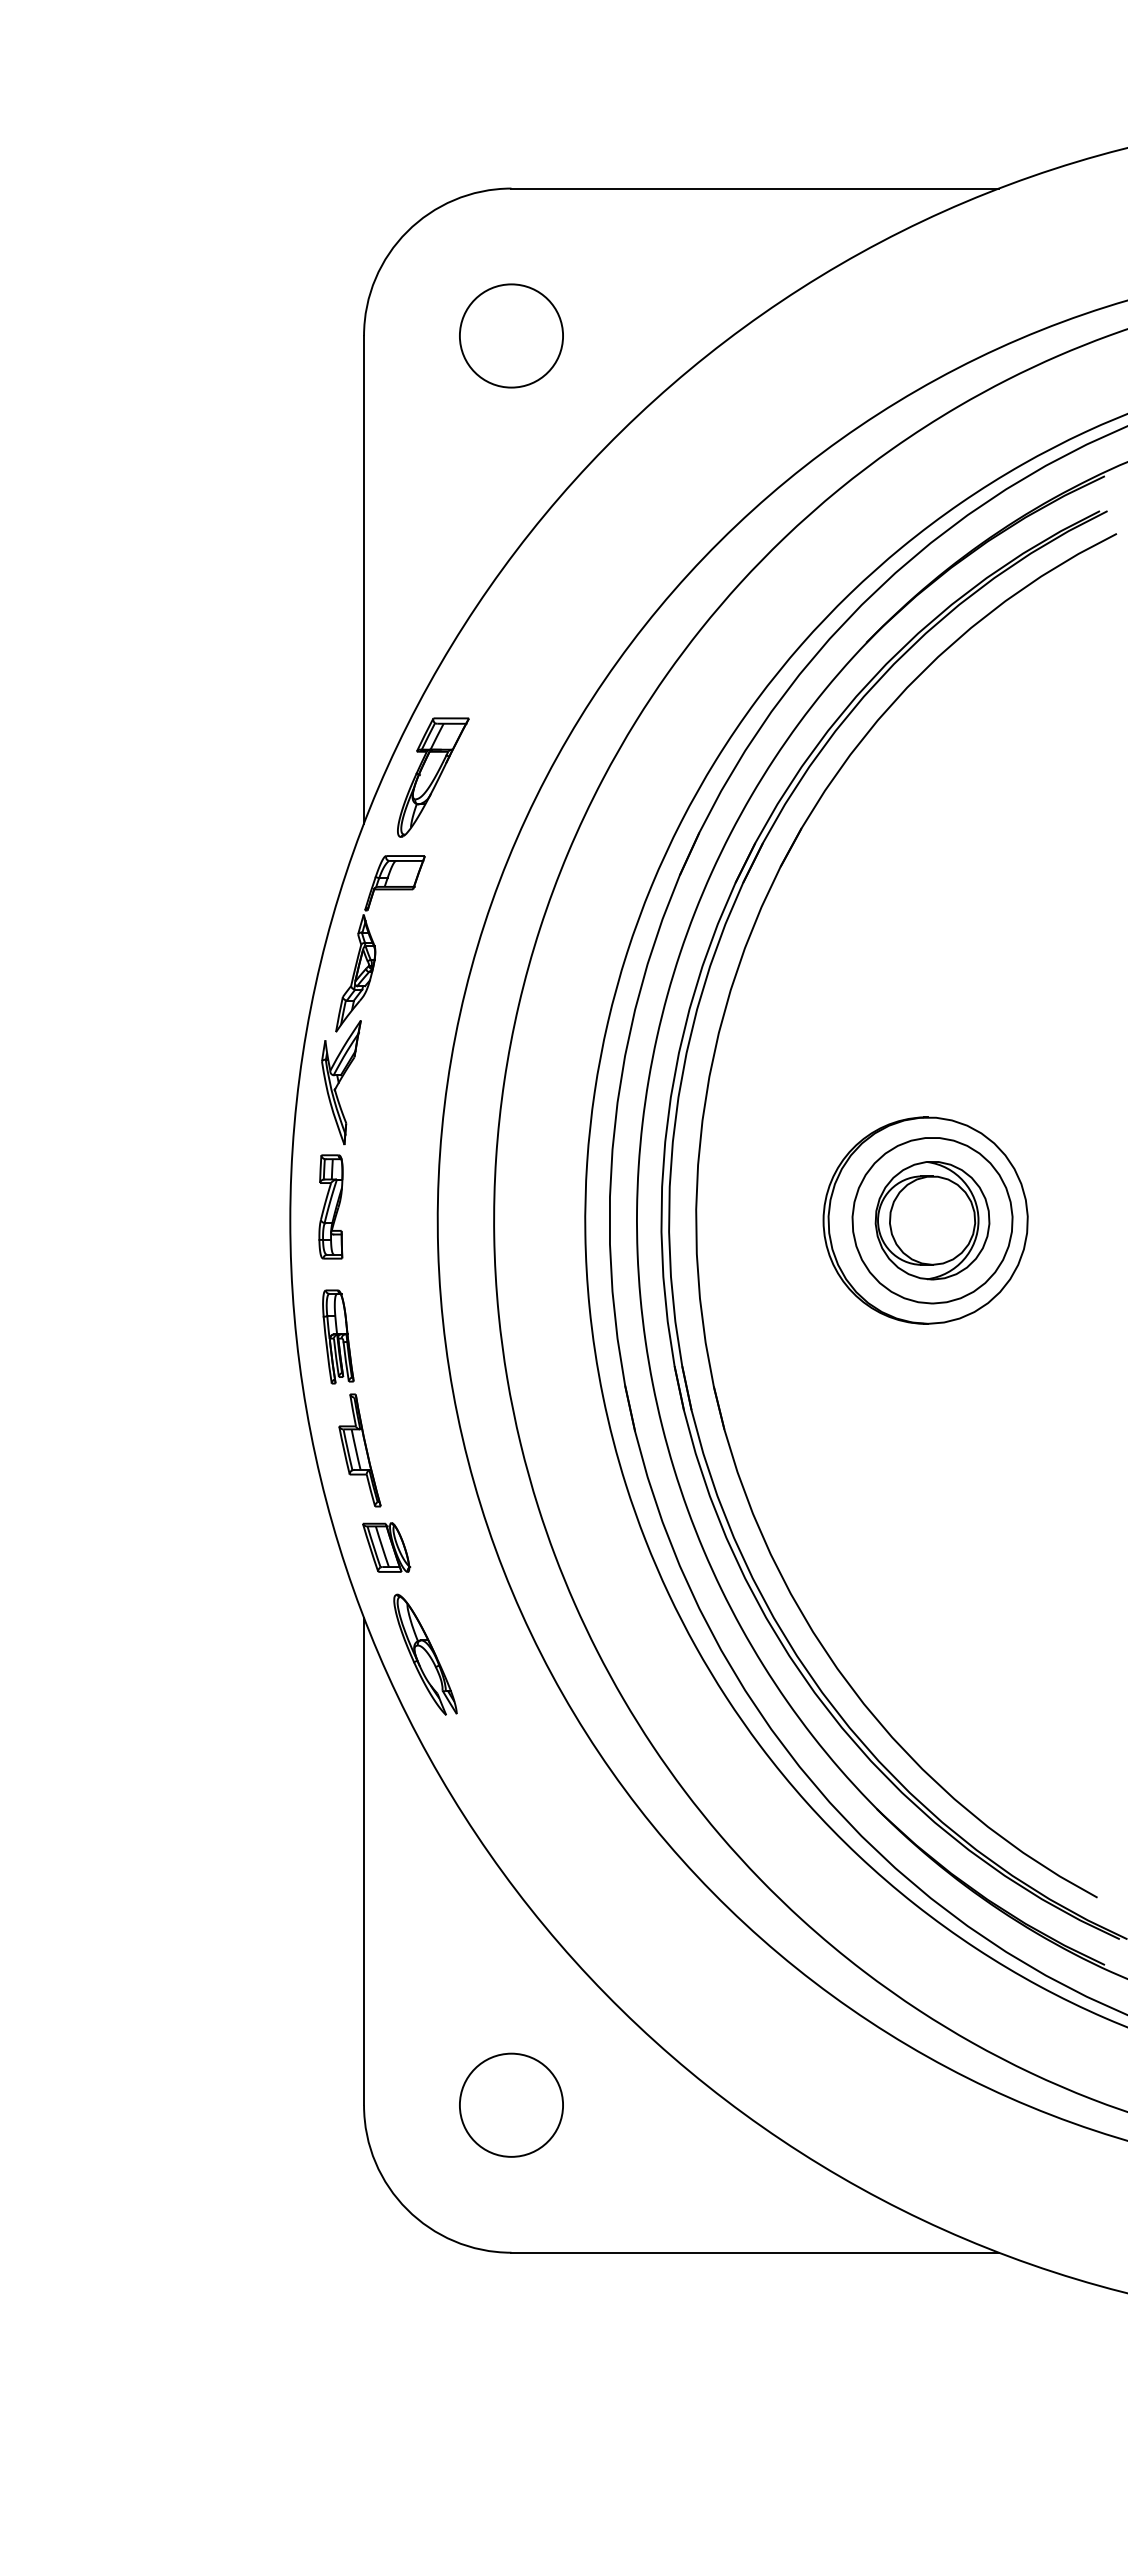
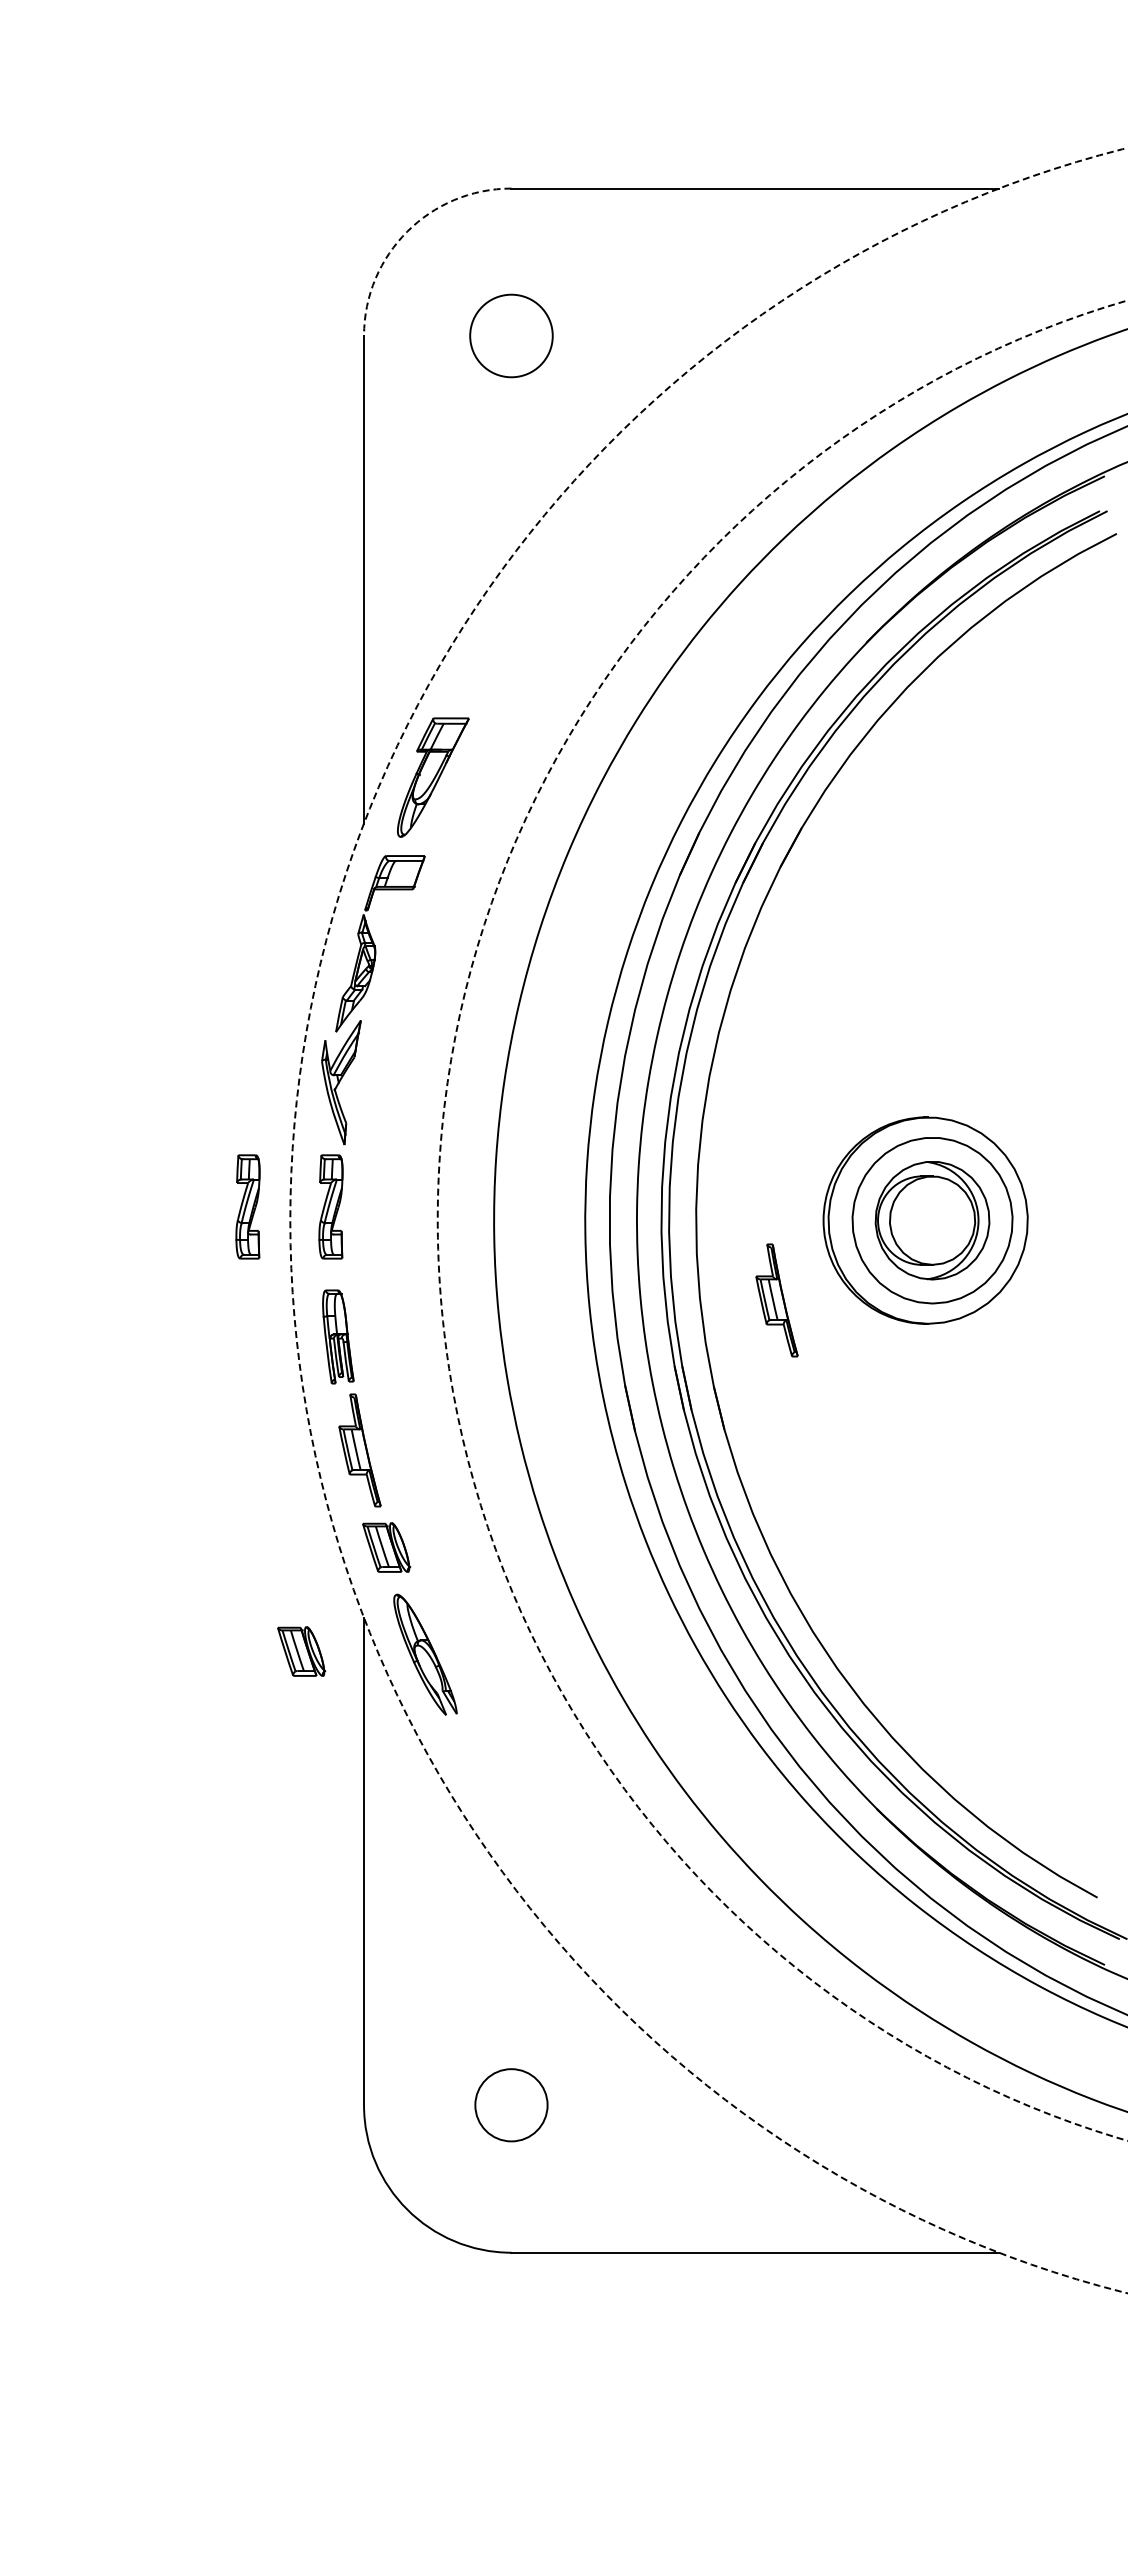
arc at (407, 231): solid -> dashed
circle at (511, 335) diameter: 103 px -> 83 px
part at (247, 1206): none -> present
arc at (290, 1220): solid -> dashed
arc at (437, 1221): solid -> dashed
part at (776, 1300): none -> present
part at (301, 1651): none -> present
circle at (511, 2104) diameter: 103 px -> 72 px
